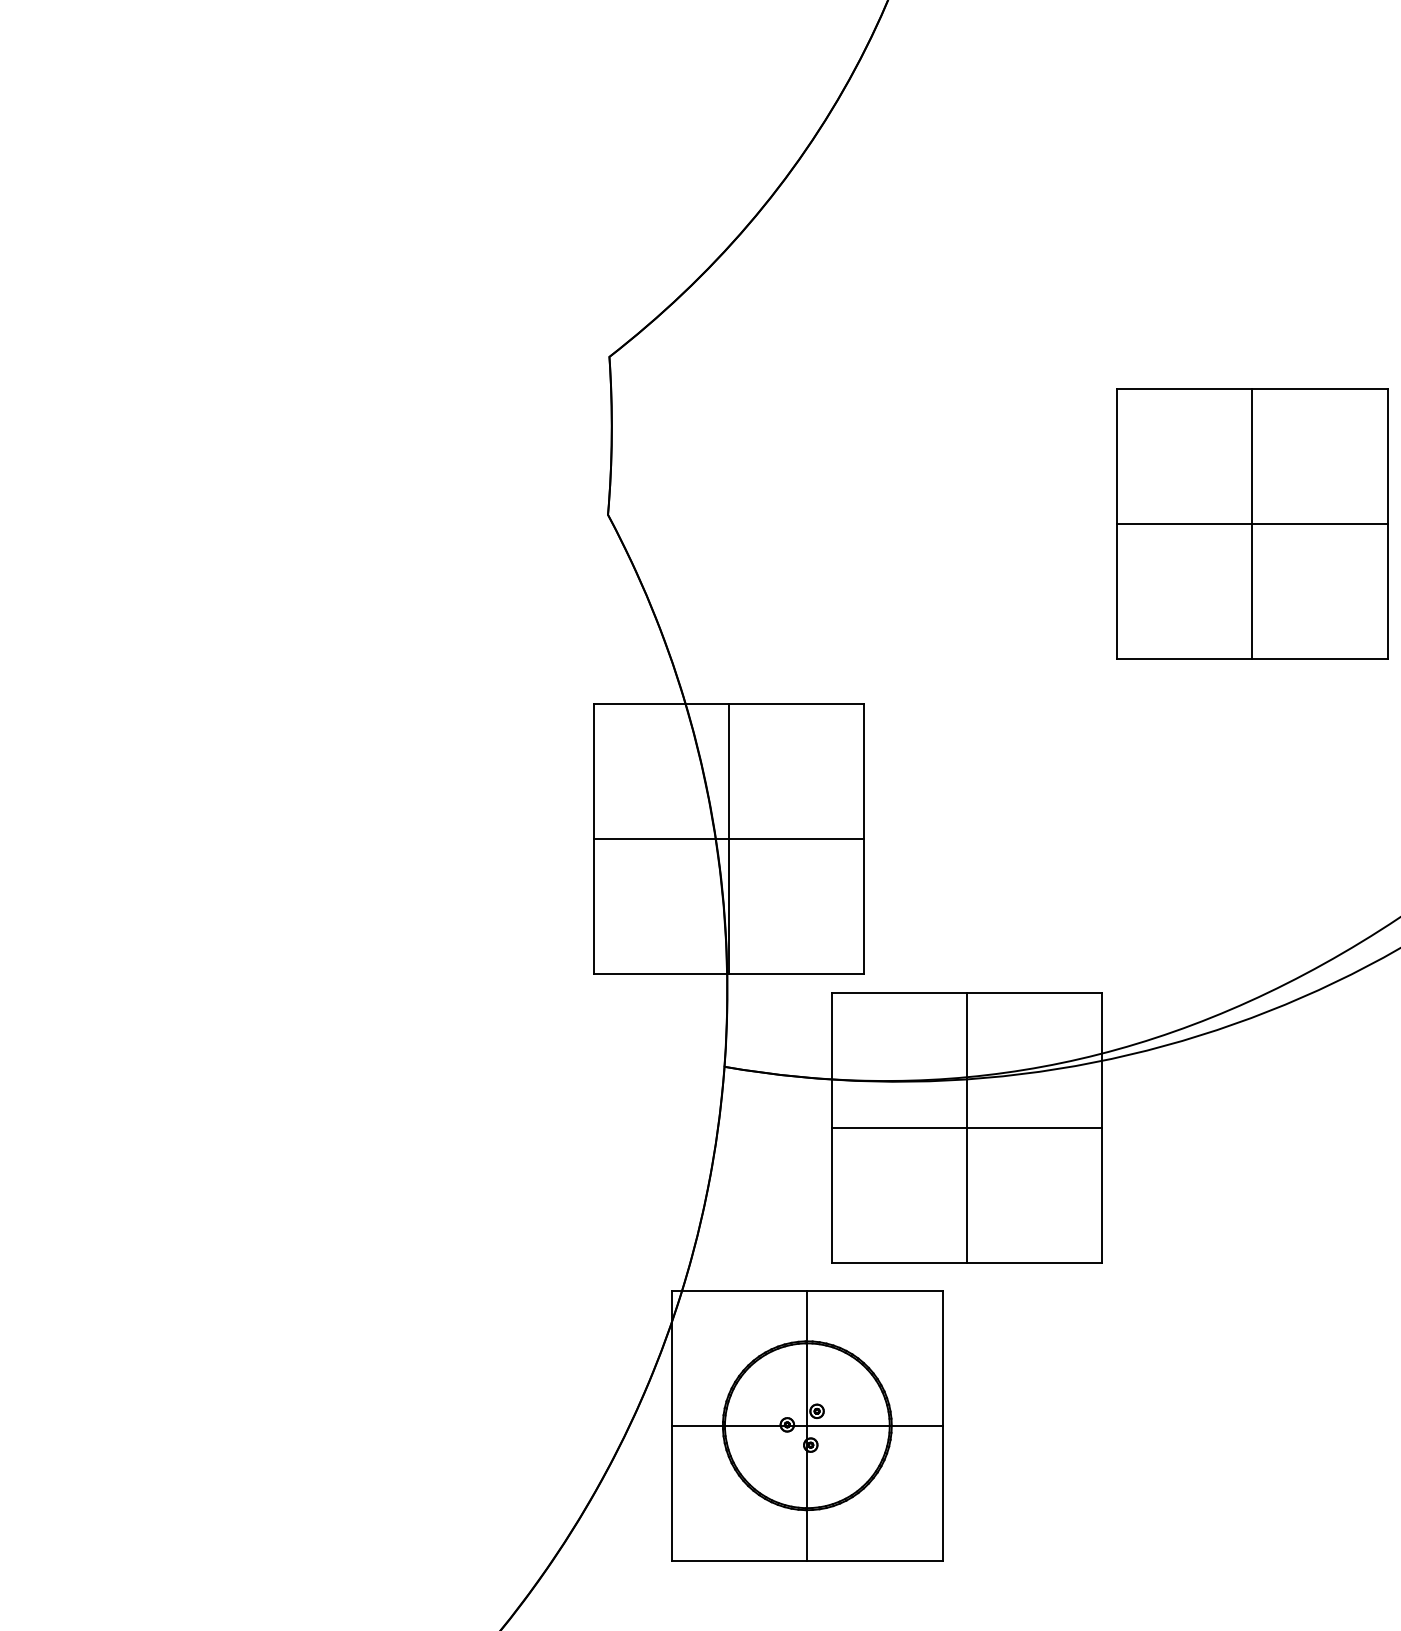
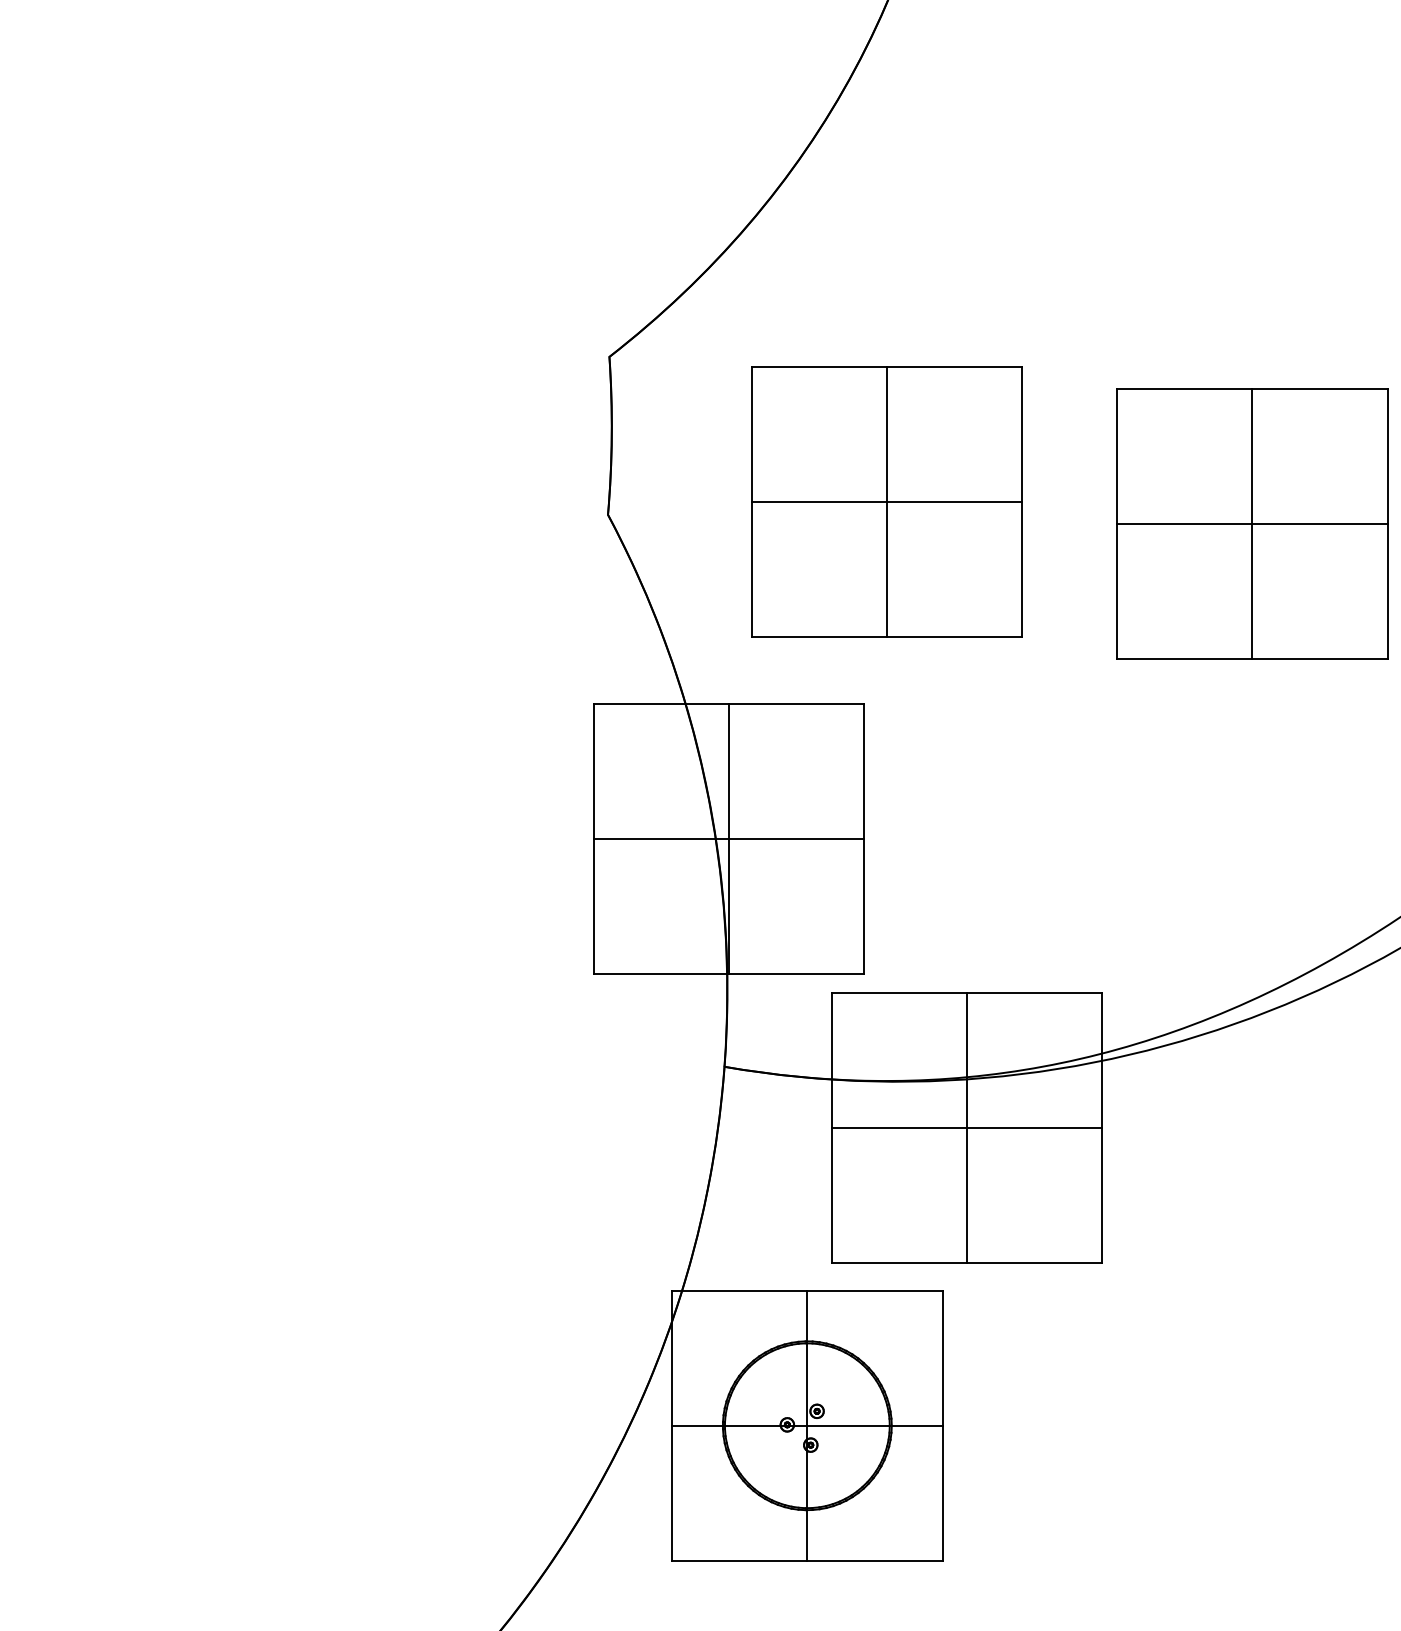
part at (886, 501): none -> present
